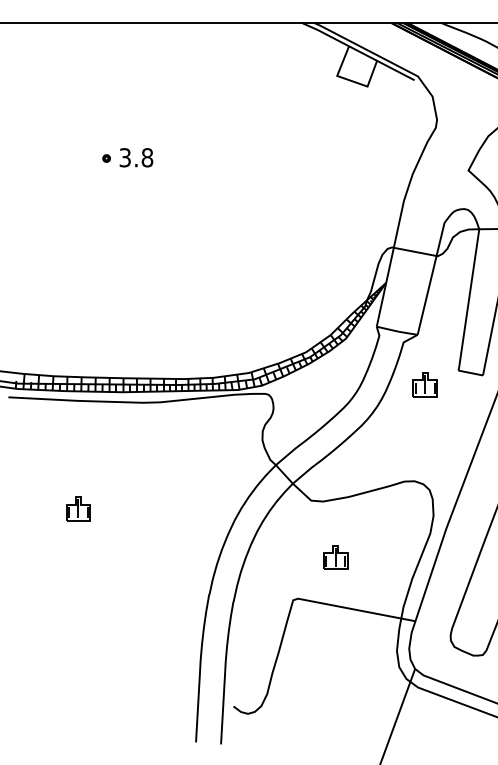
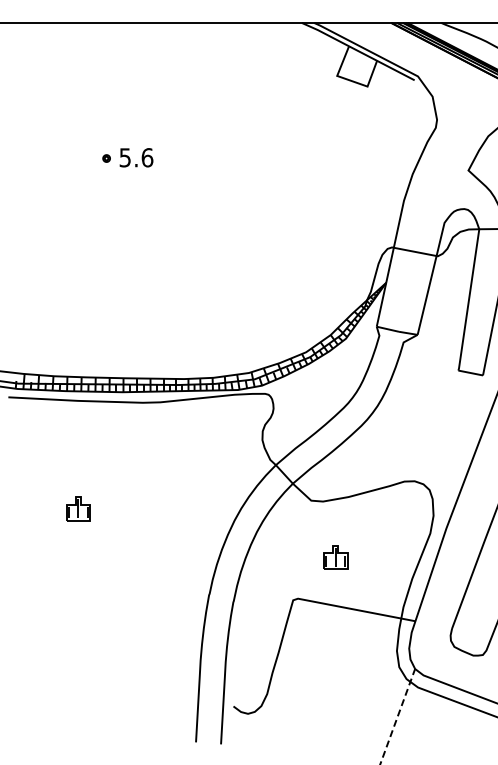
text at (136, 157): 3.8 -> 5.6
part at (424, 384): present -> none
line at (398, 715): solid -> dashed
